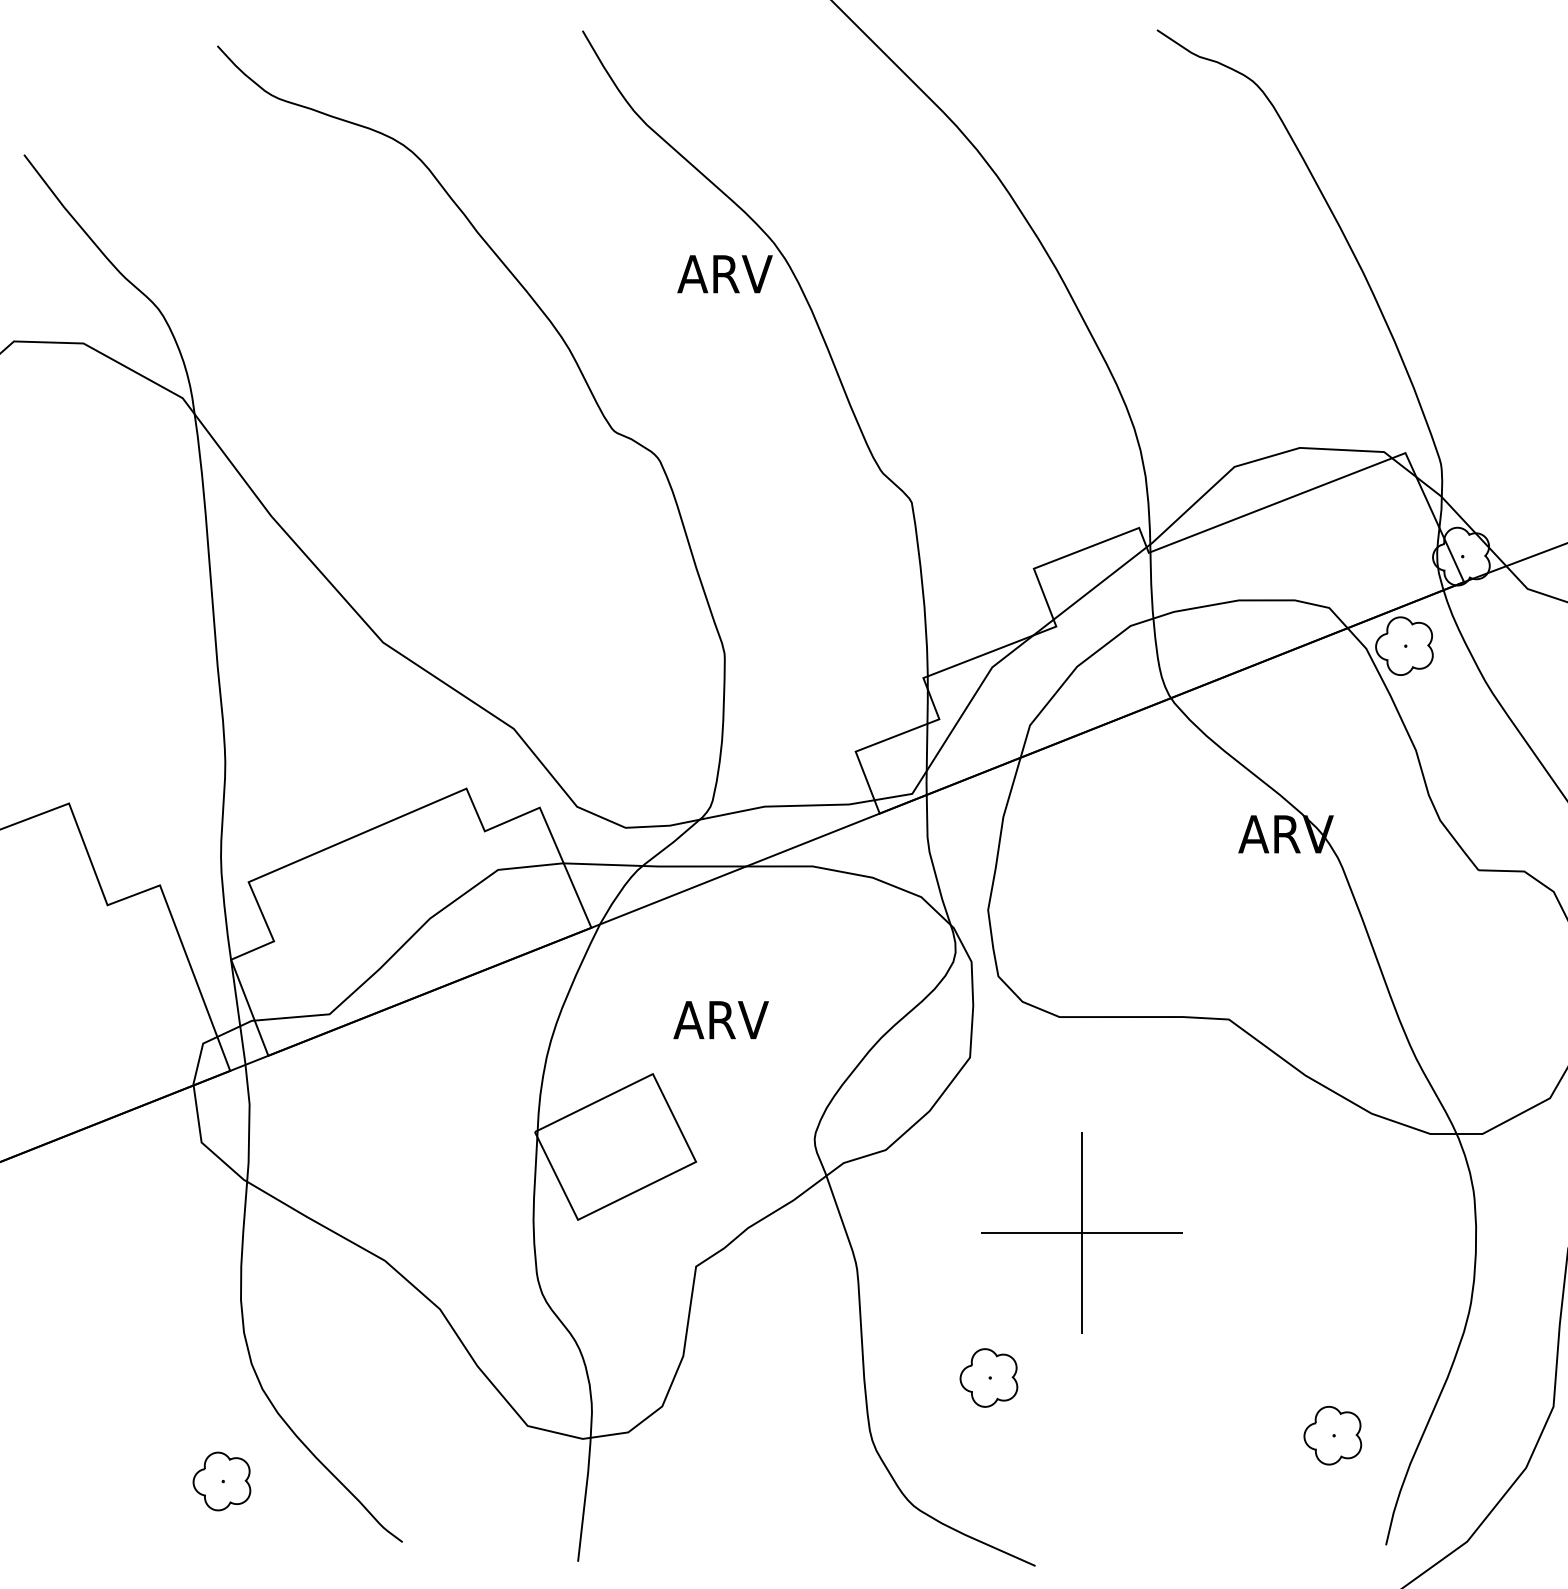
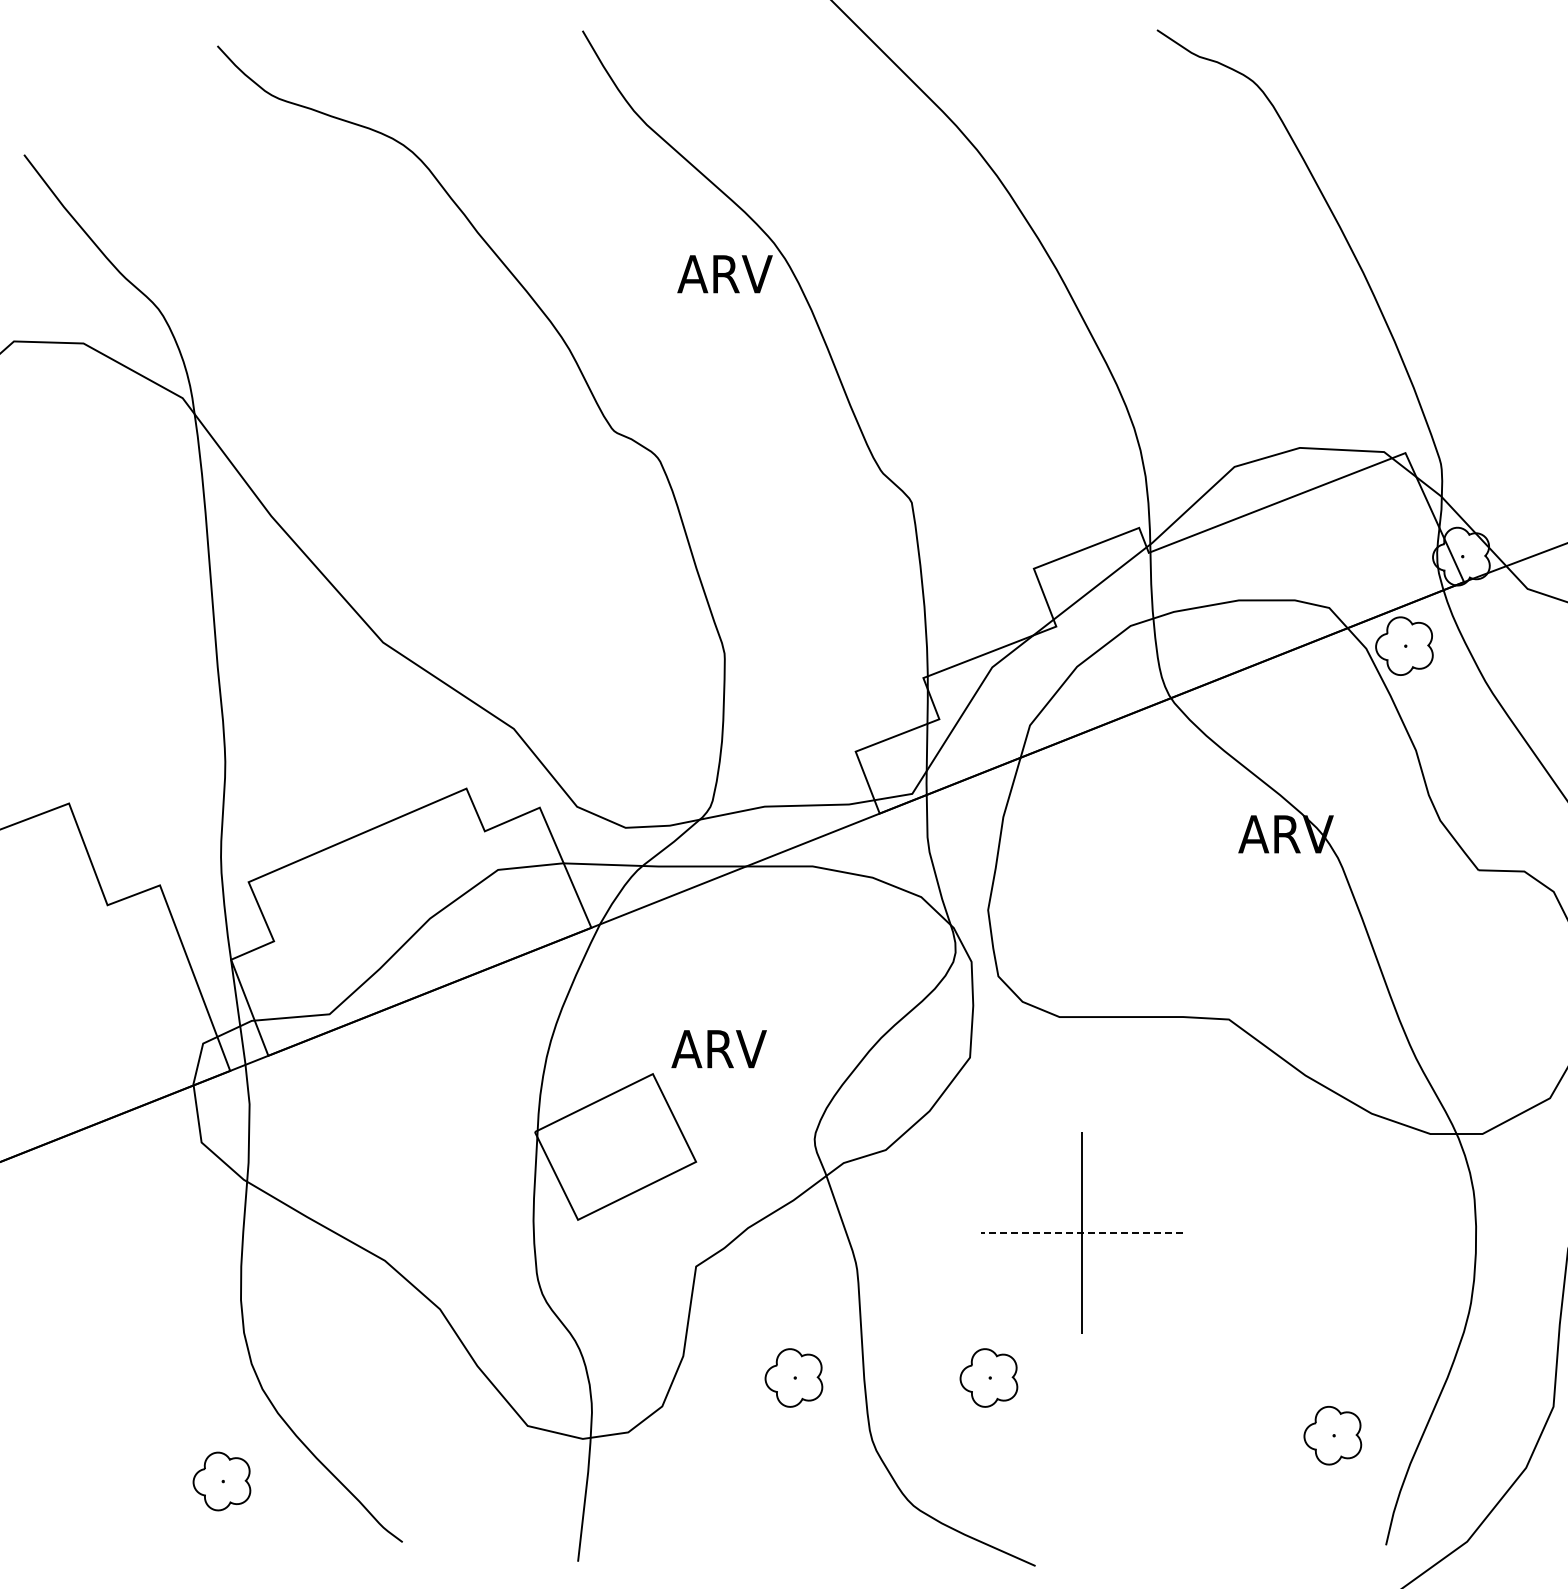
text at (720, 1020) position: (720, 1020) -> (718, 1049)
line at (1081, 1232): solid -> dashed
part at (793, 1377): none -> present
